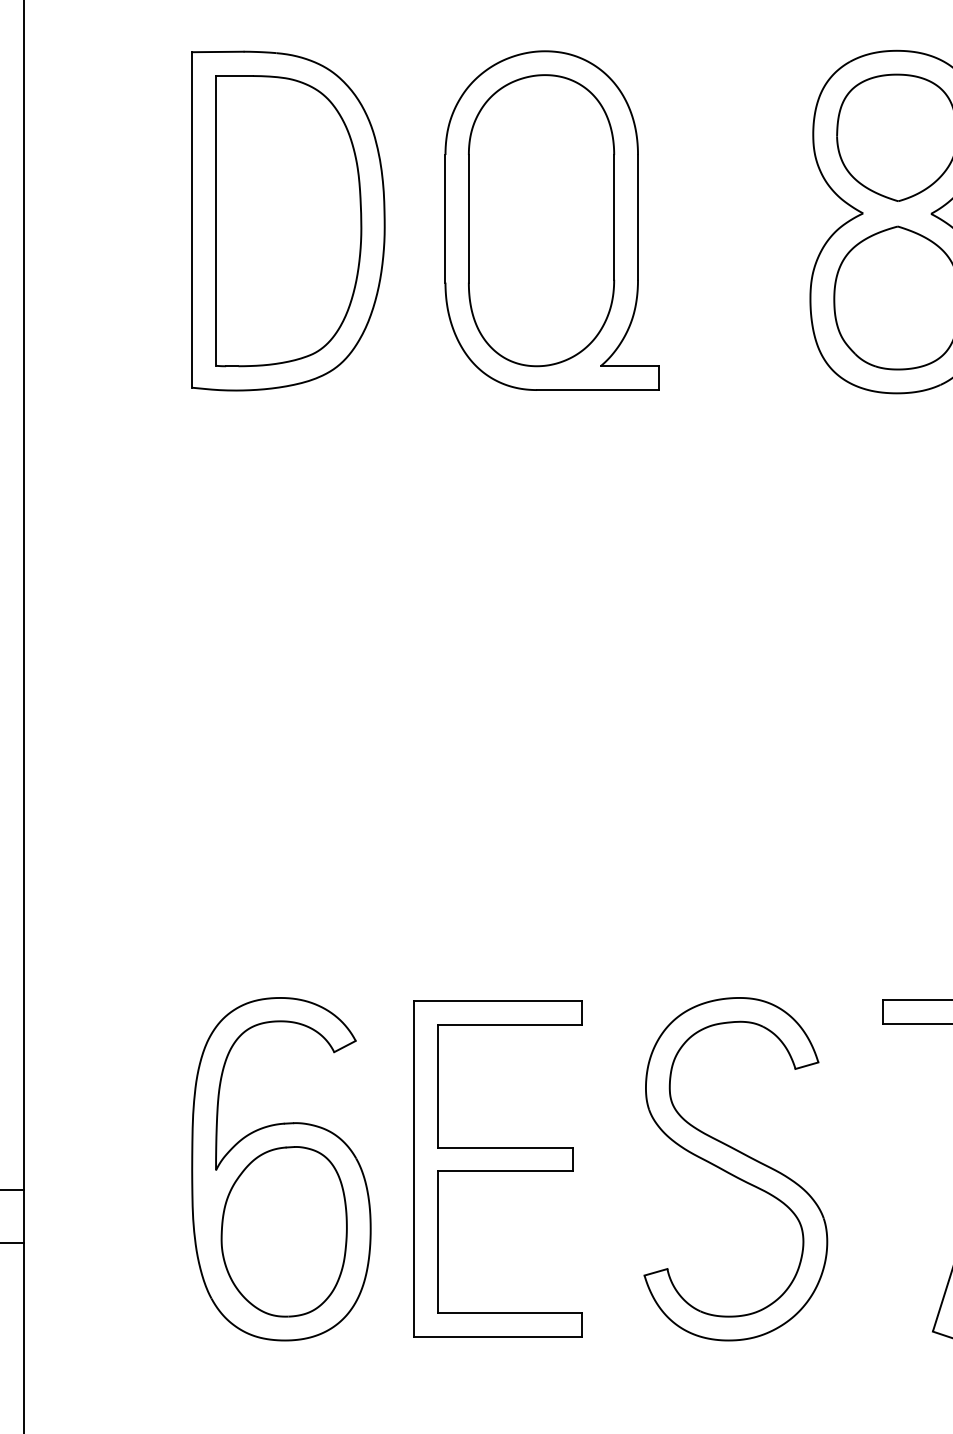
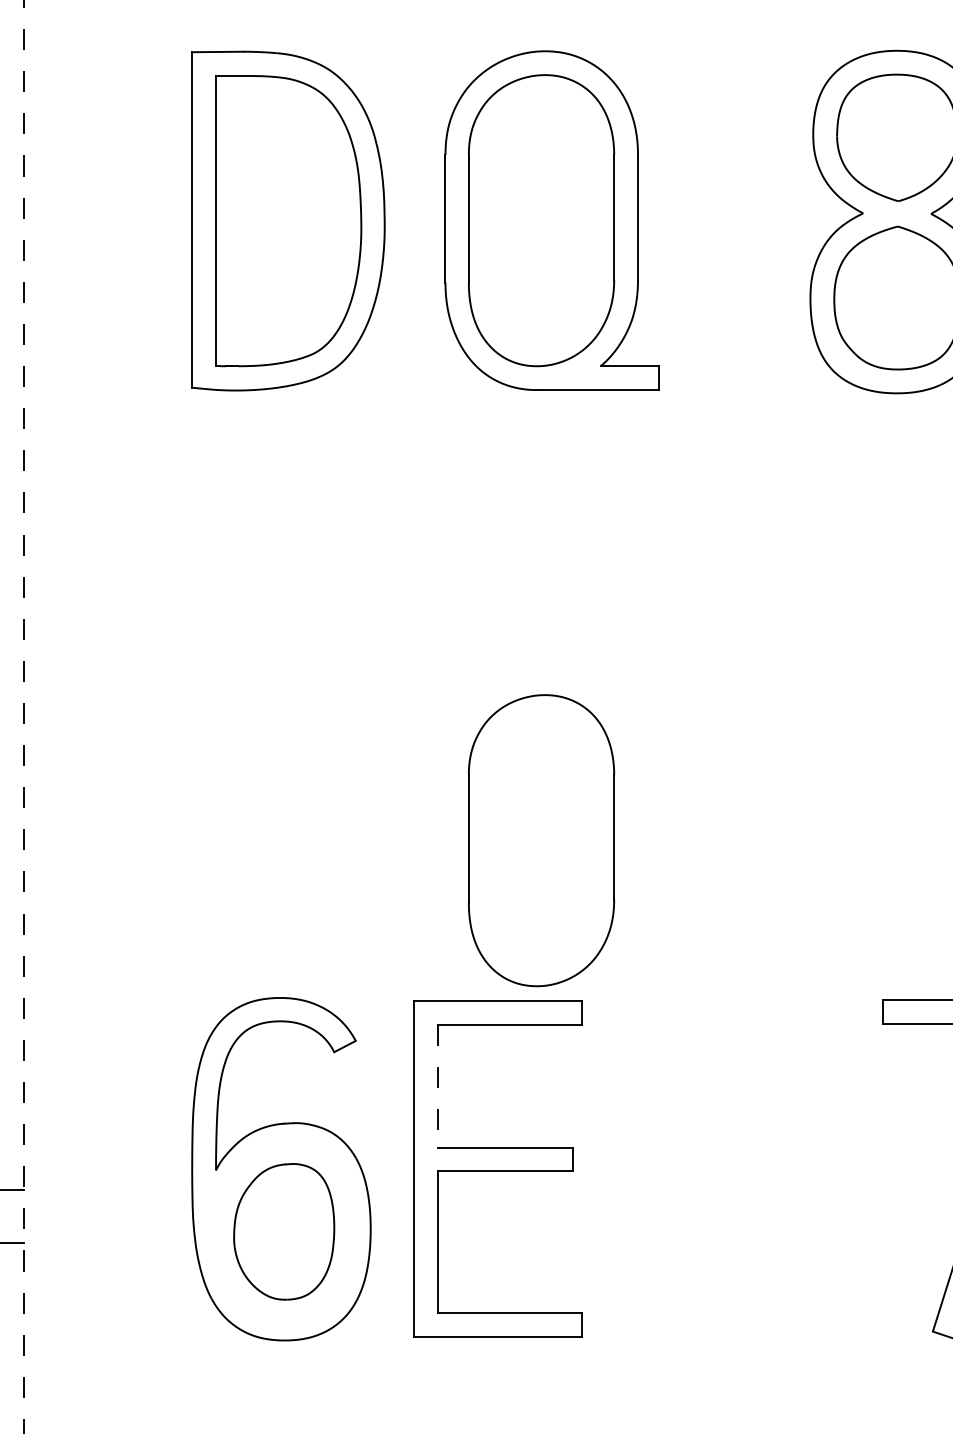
line at (23, 716): solid -> dashed
part at (541, 840): none -> present
line at (437, 1086): solid -> dashed
part at (735, 1169): present -> none
part at (283, 1231) size: 128x172 px -> 103x138 px
